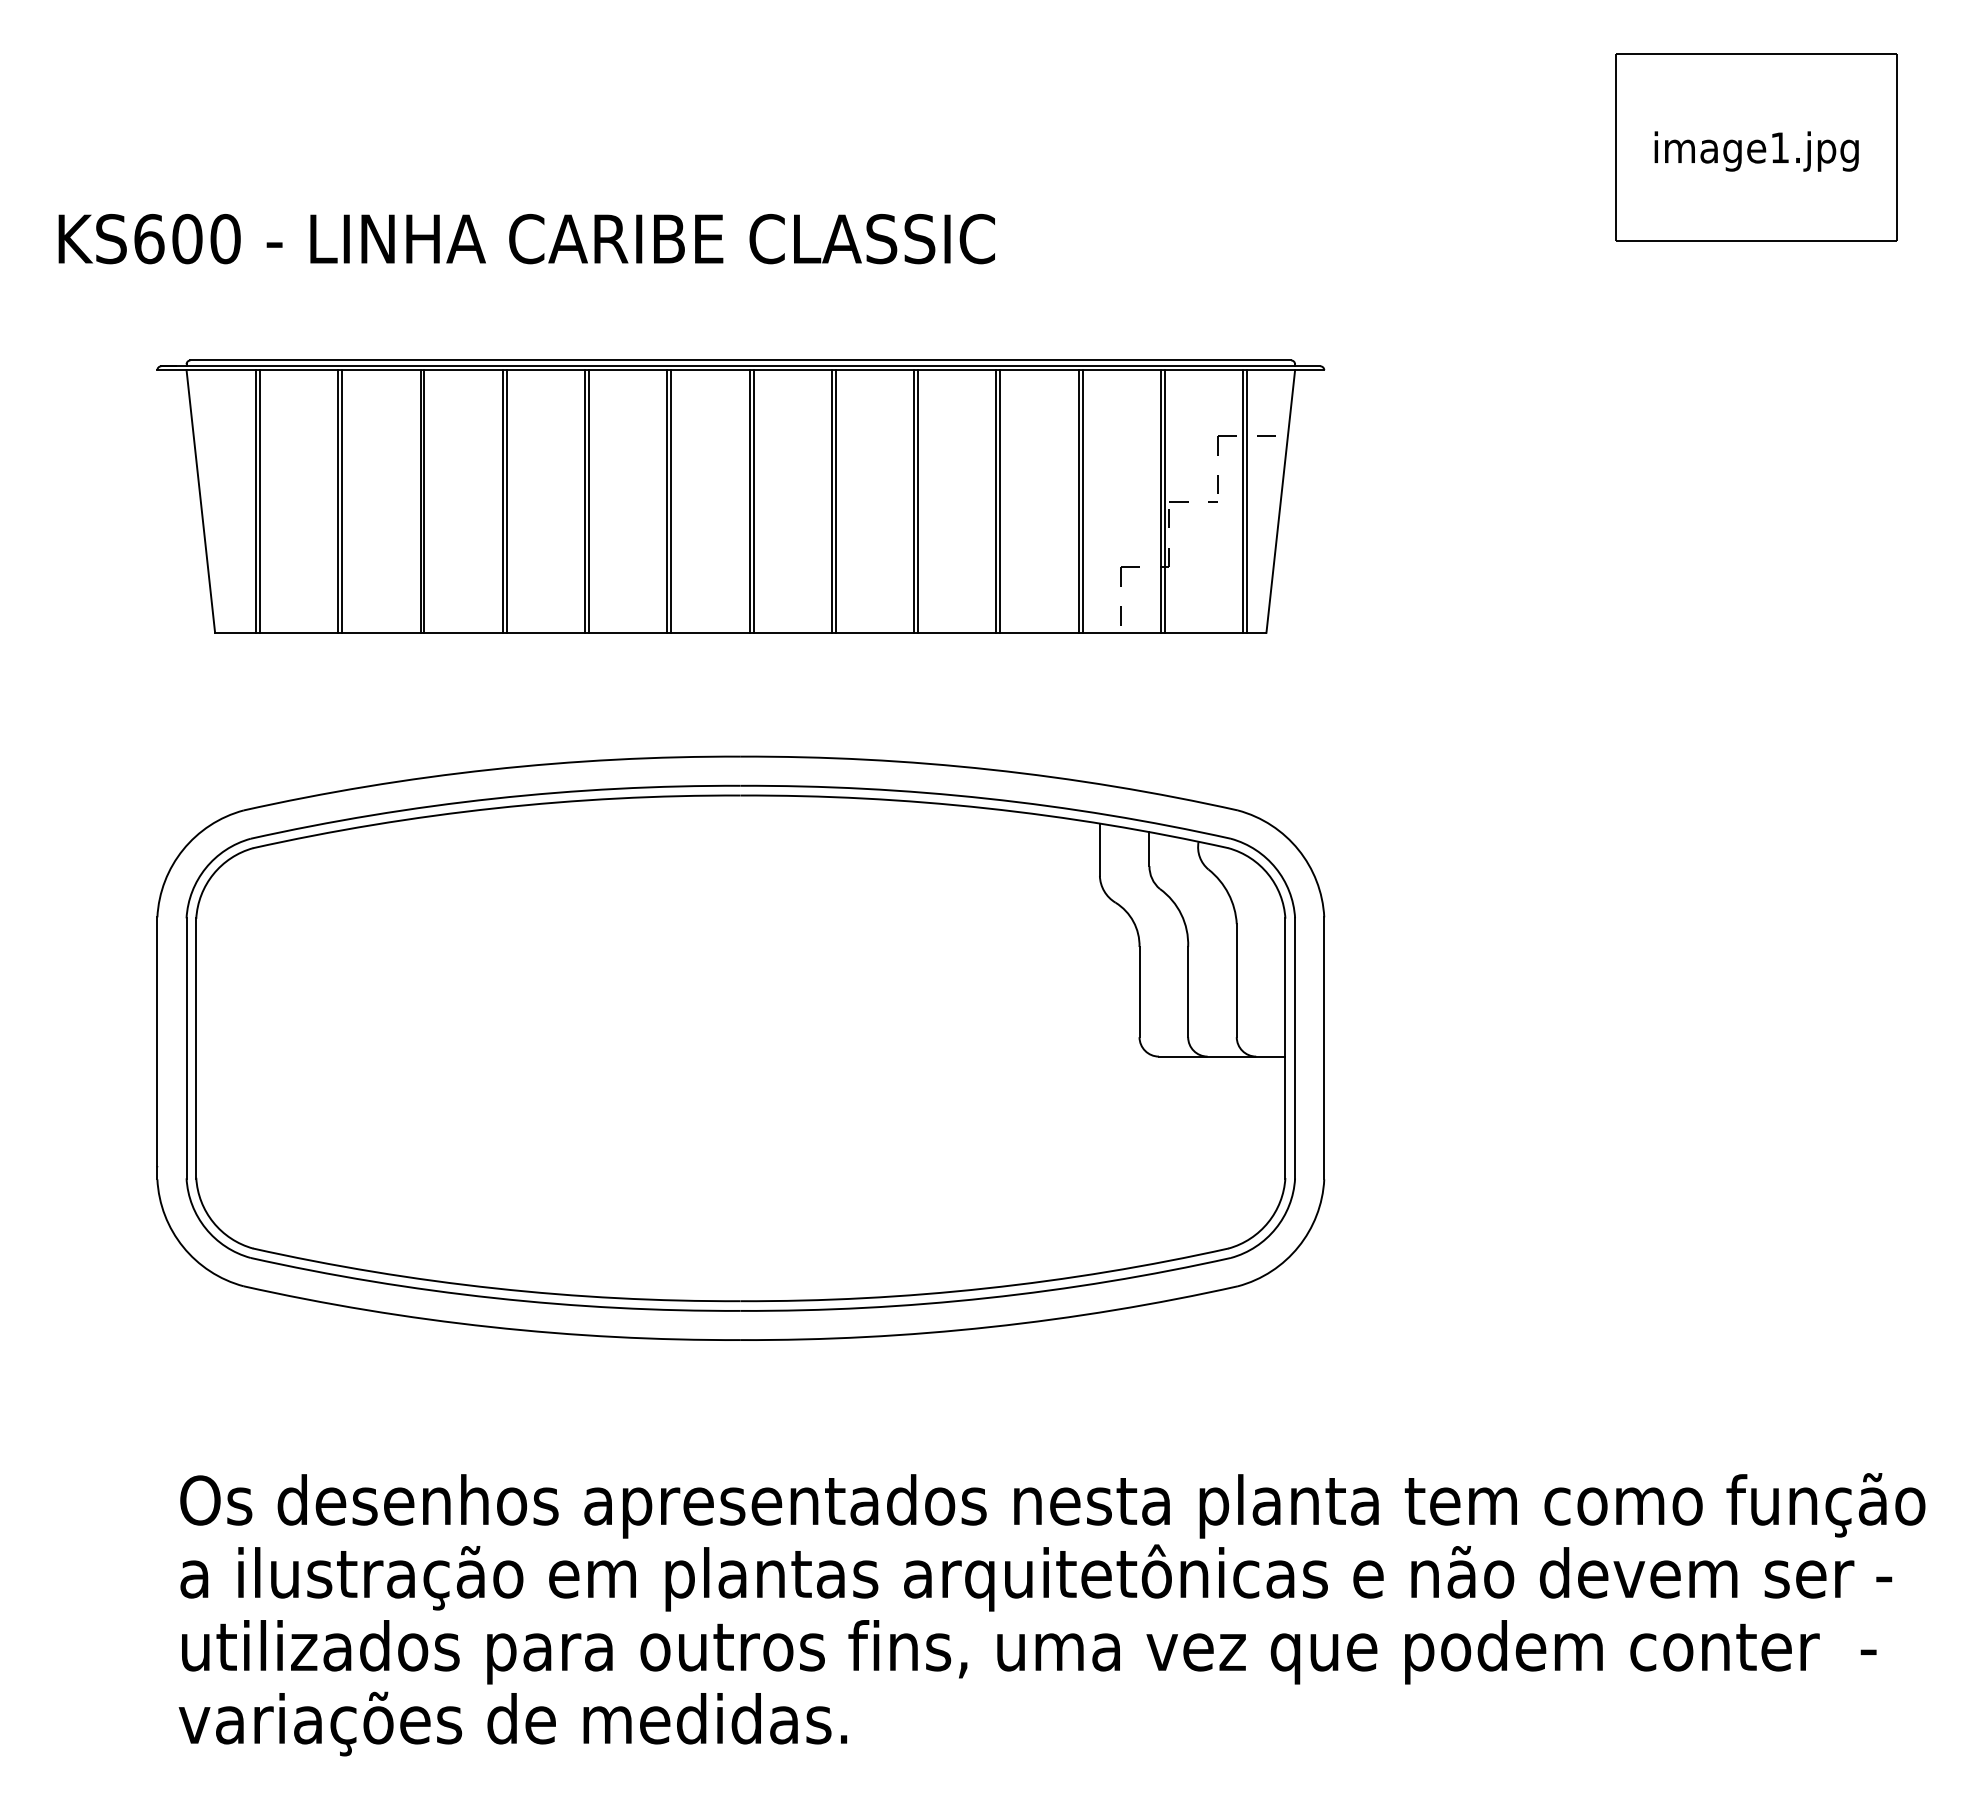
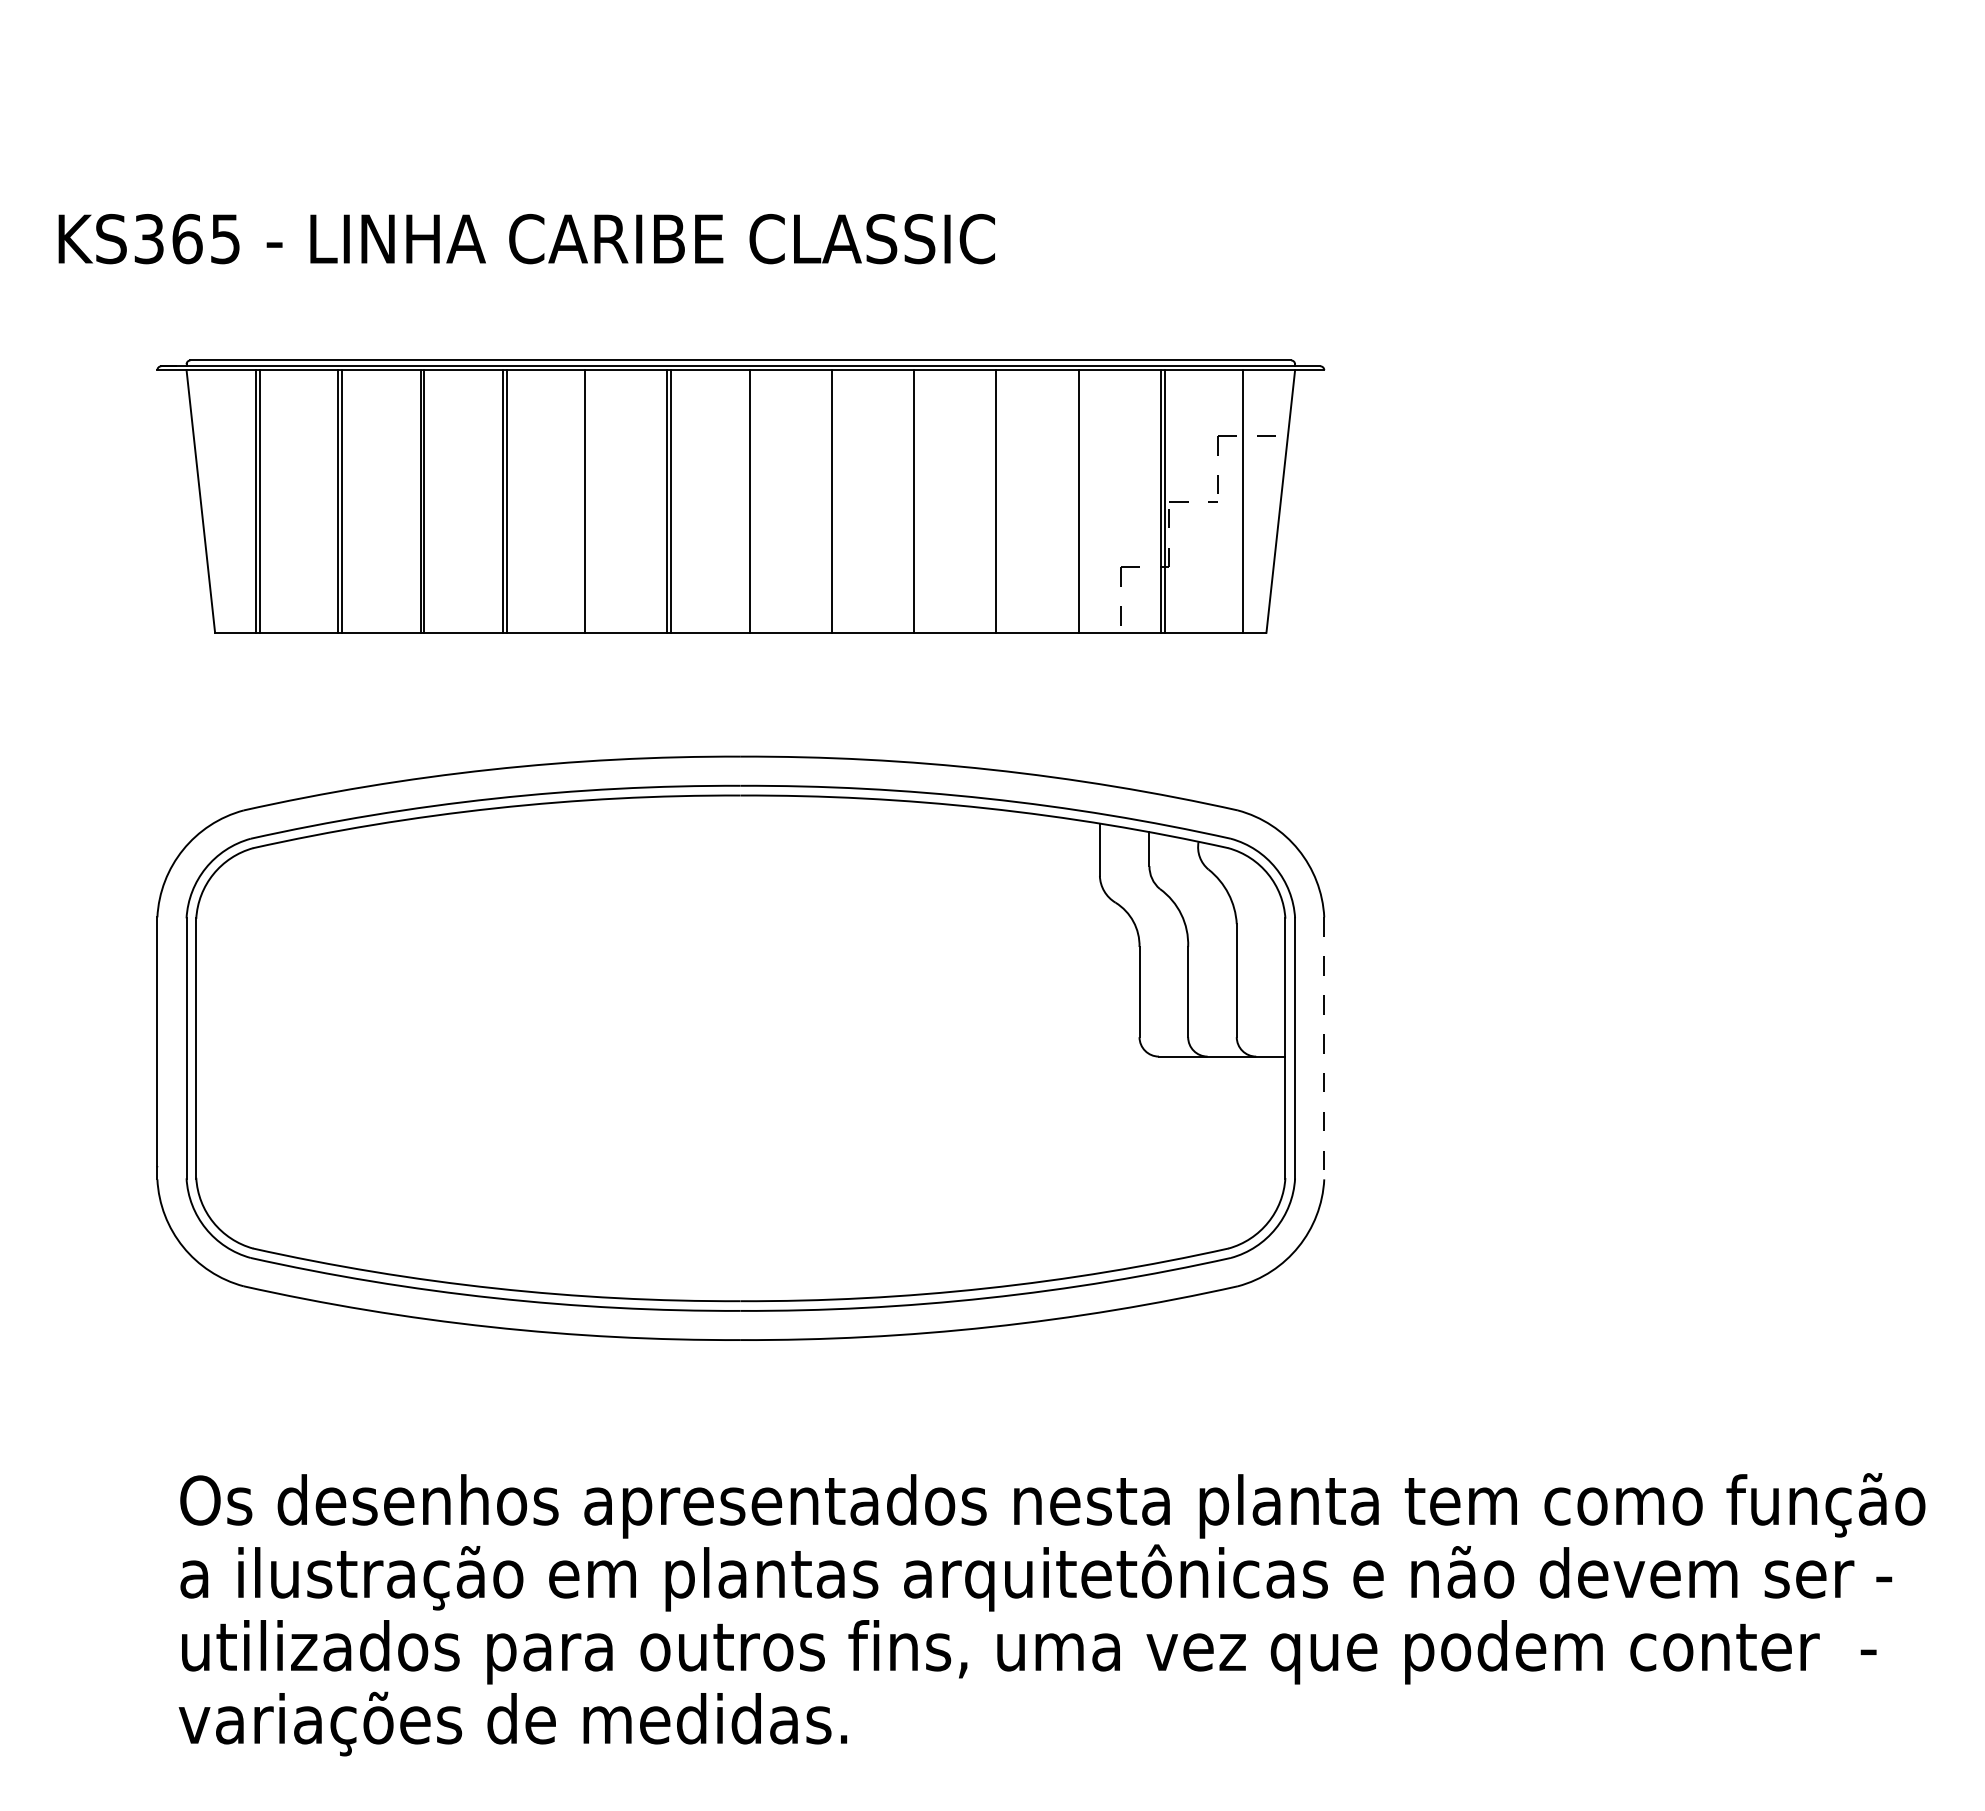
part at (1756, 147): present -> none
text at (187, 238): KS600 -> KS365
line at (588, 501): present -> none
line at (753, 501): present -> none
line at (835, 501): present -> none
line at (918, 501): present -> none
line at (1000, 501): present -> none
line at (1082, 501): present -> none
line at (1247, 501): present -> none
line at (1324, 1048): solid -> dashed
